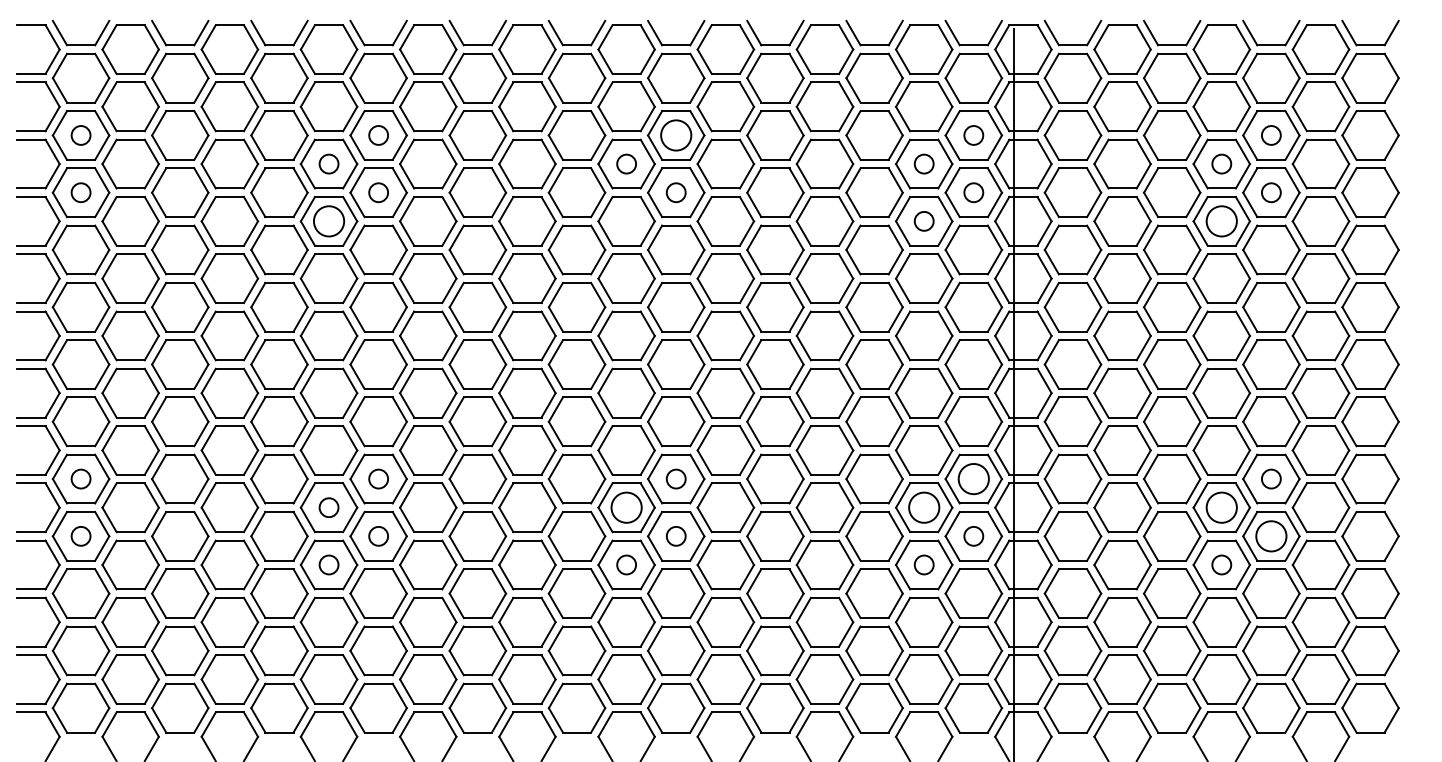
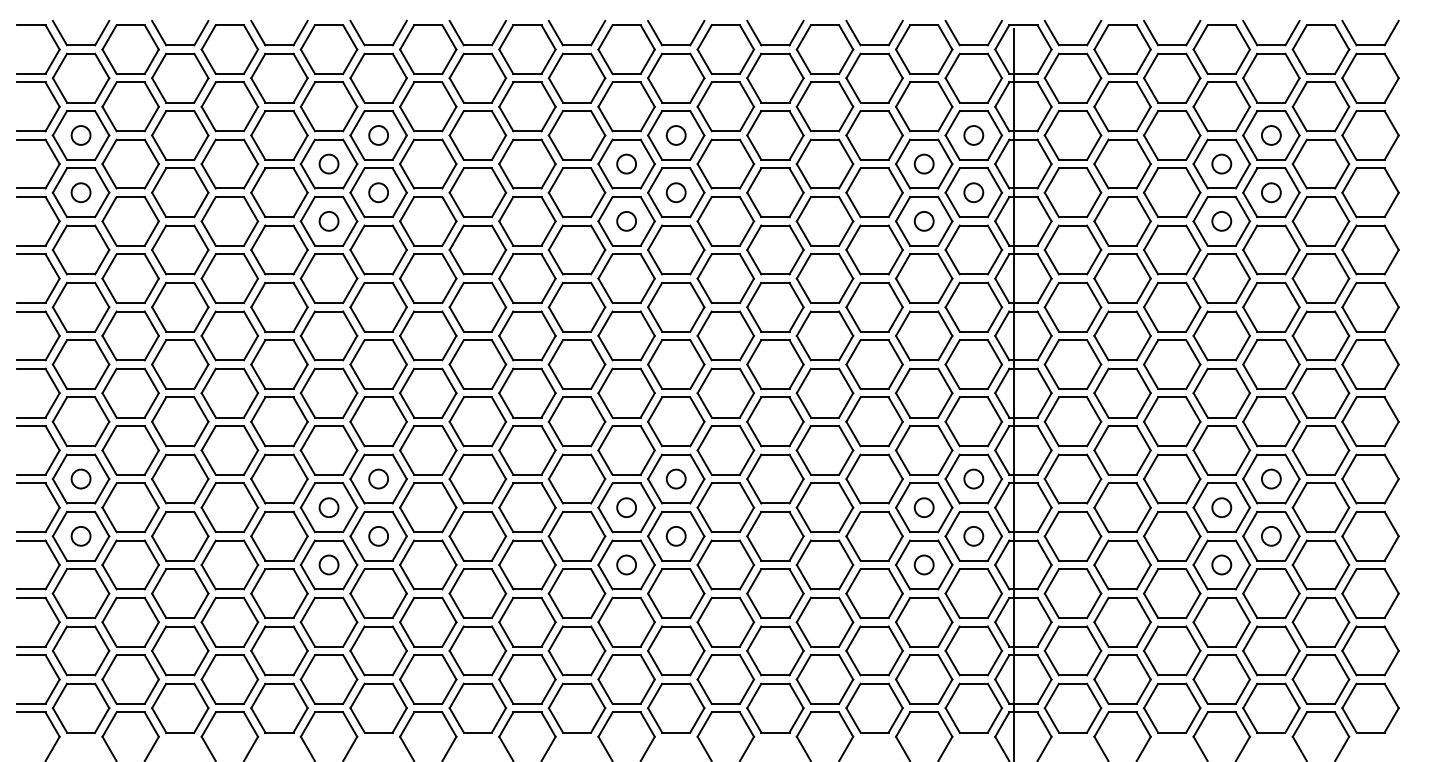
circle at (676, 135) diameter: 30 px -> 19 px
circle at (328, 221) diameter: 30 px -> 19 px
circle at (626, 221): none -> present
circle at (1221, 221) diameter: 30 px -> 19 px
circle at (973, 478) diameter: 30 px -> 19 px
circle at (626, 507) diameter: 30 px -> 19 px
circle at (924, 507) diameter: 30 px -> 19 px
circle at (1221, 507) diameter: 30 px -> 19 px
circle at (1271, 536) diameter: 30 px -> 19 px
